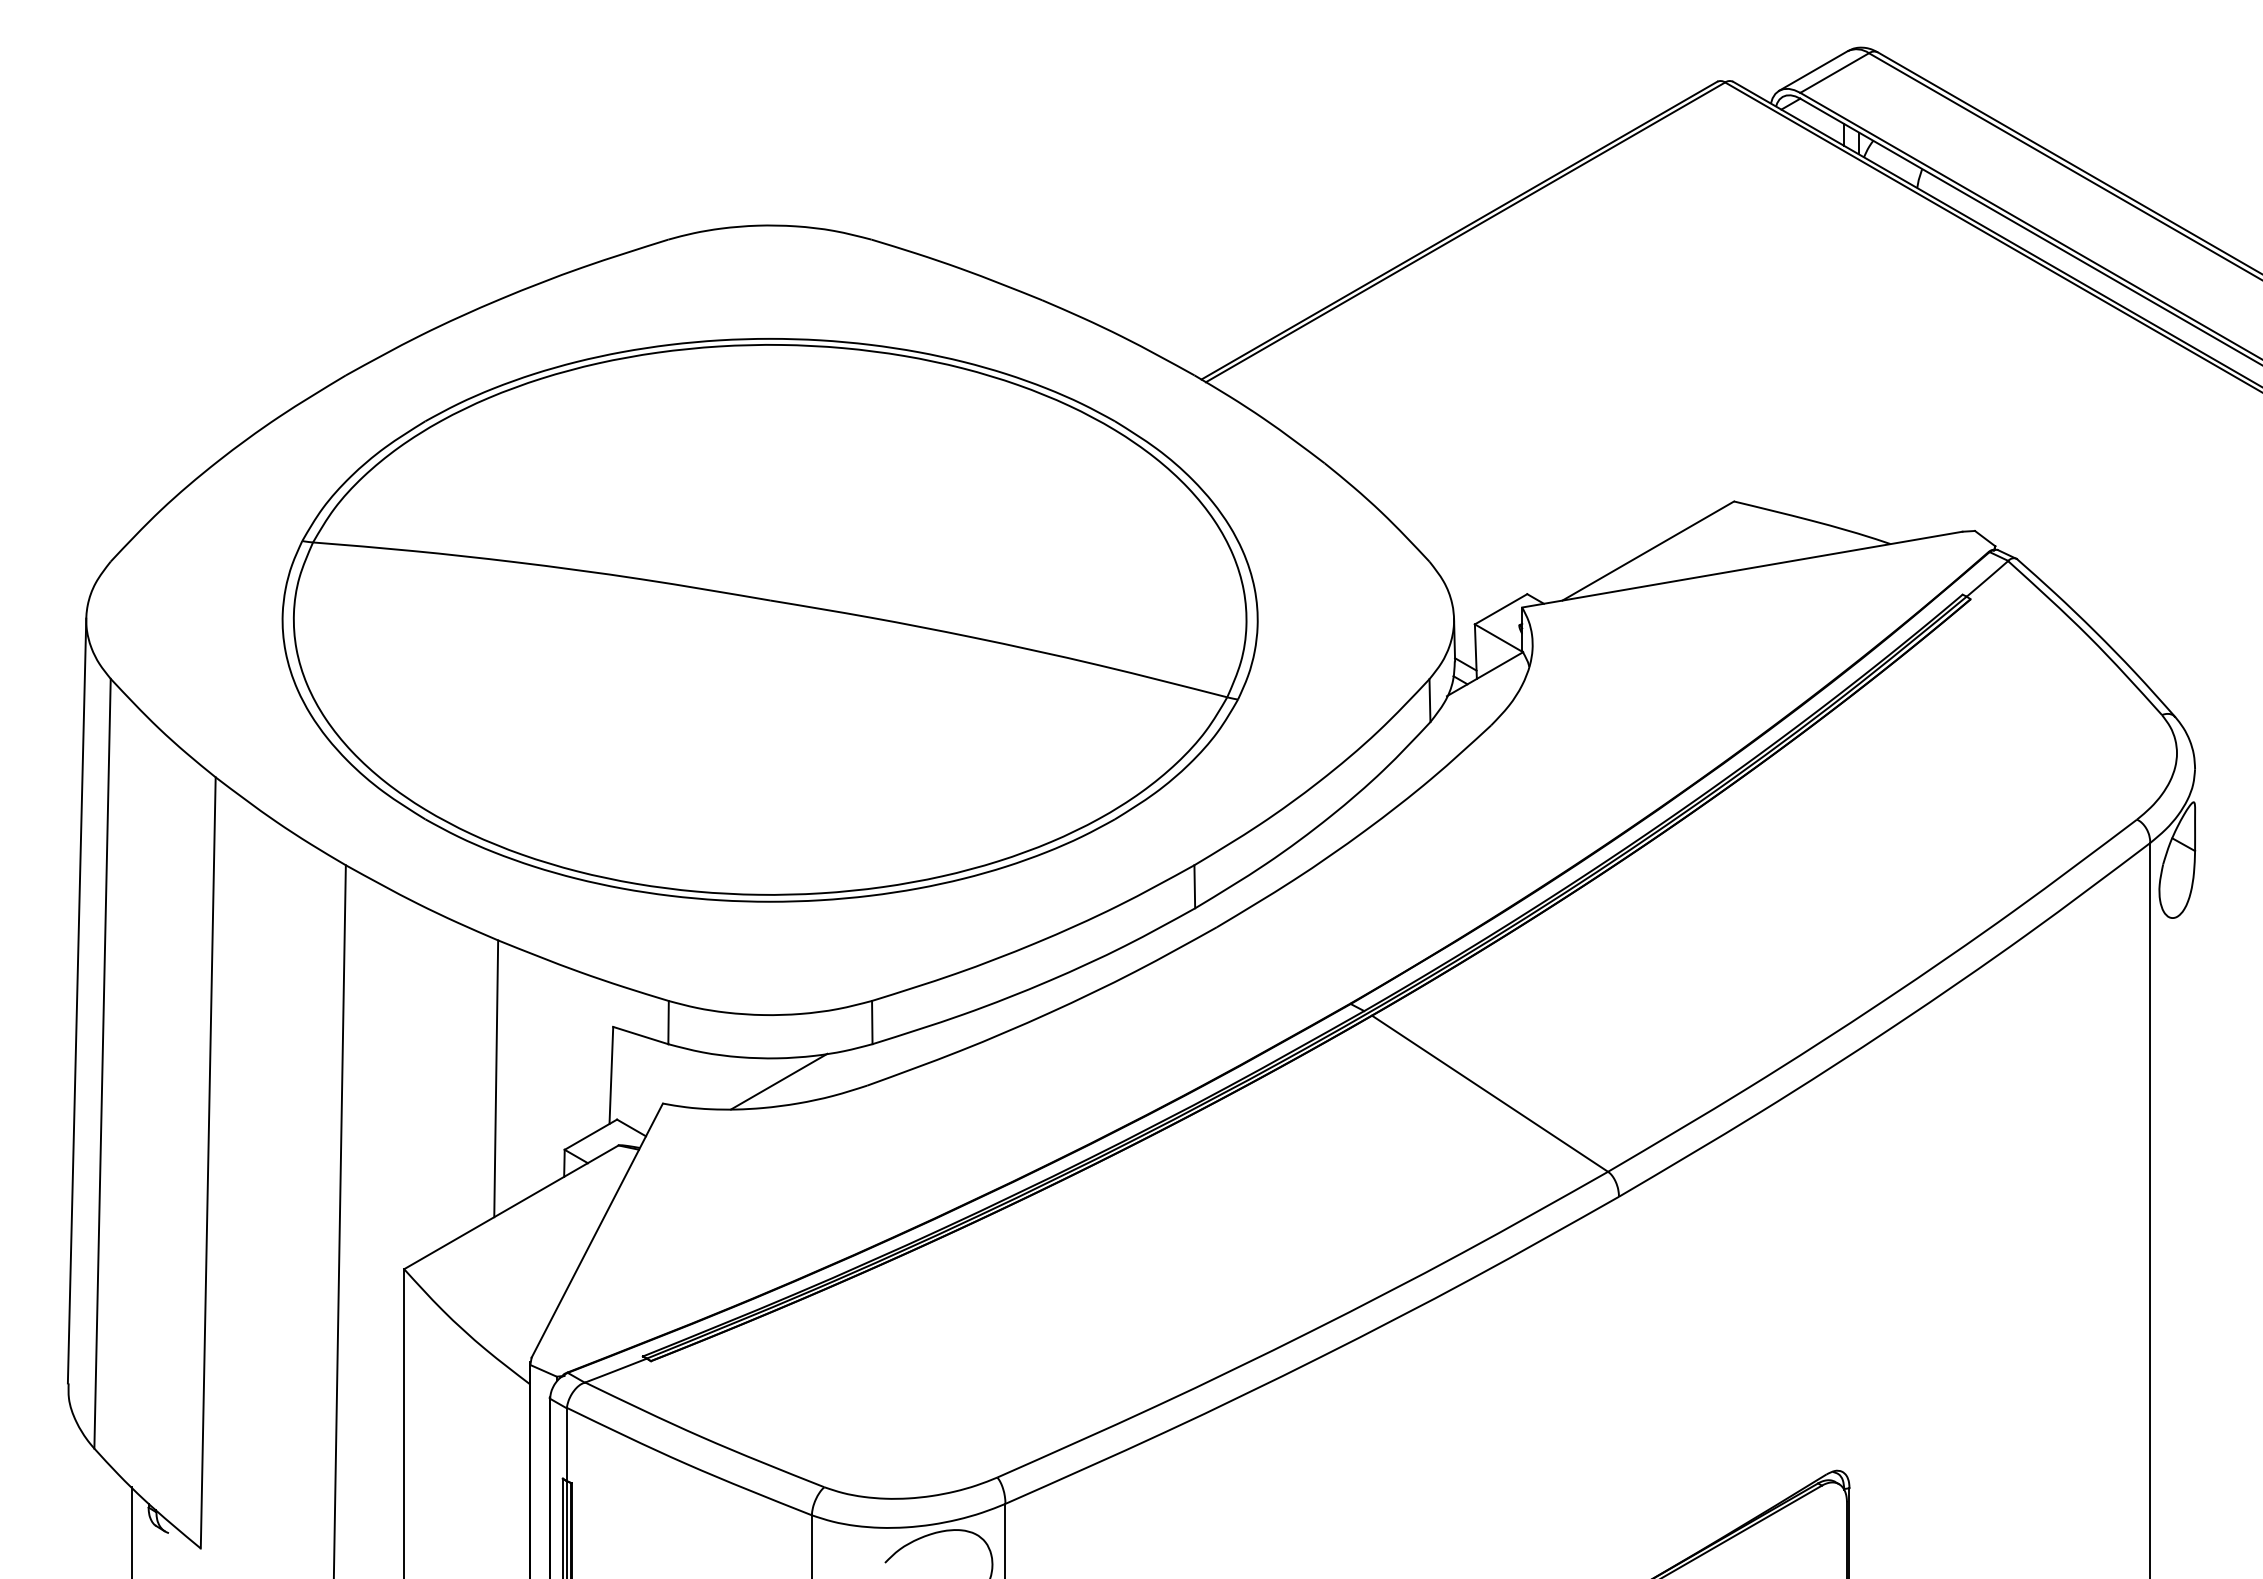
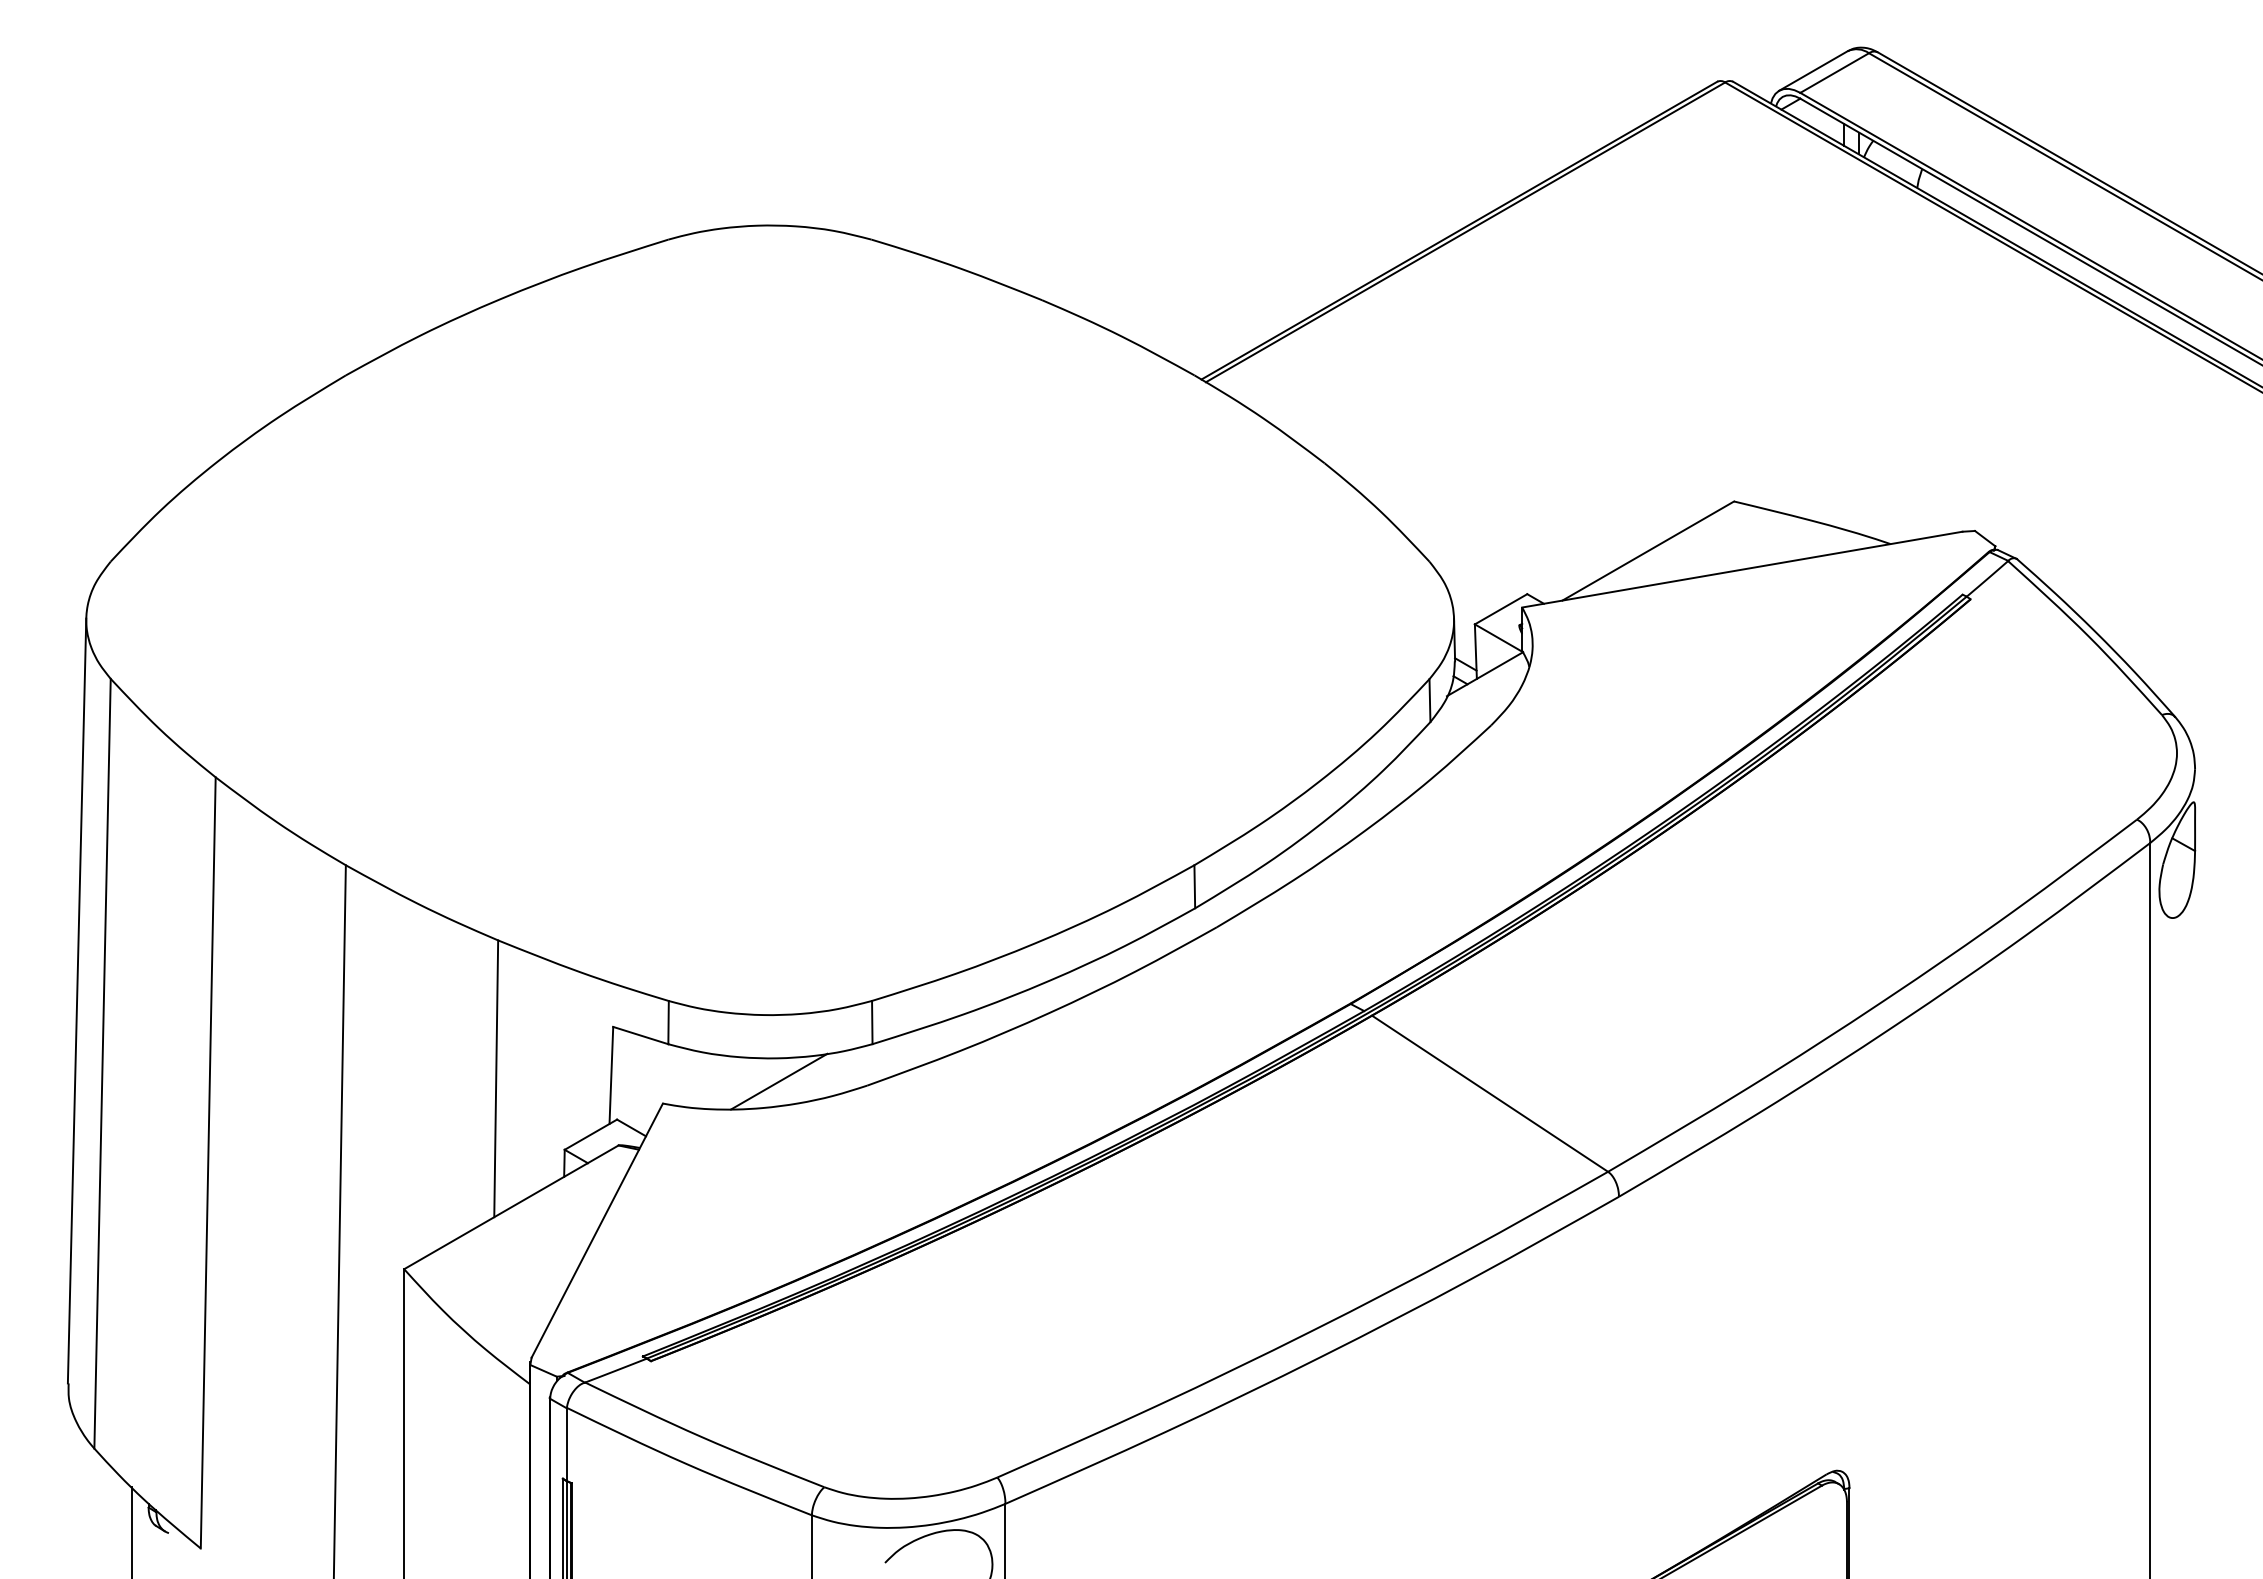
part at (769, 620): present -> none
